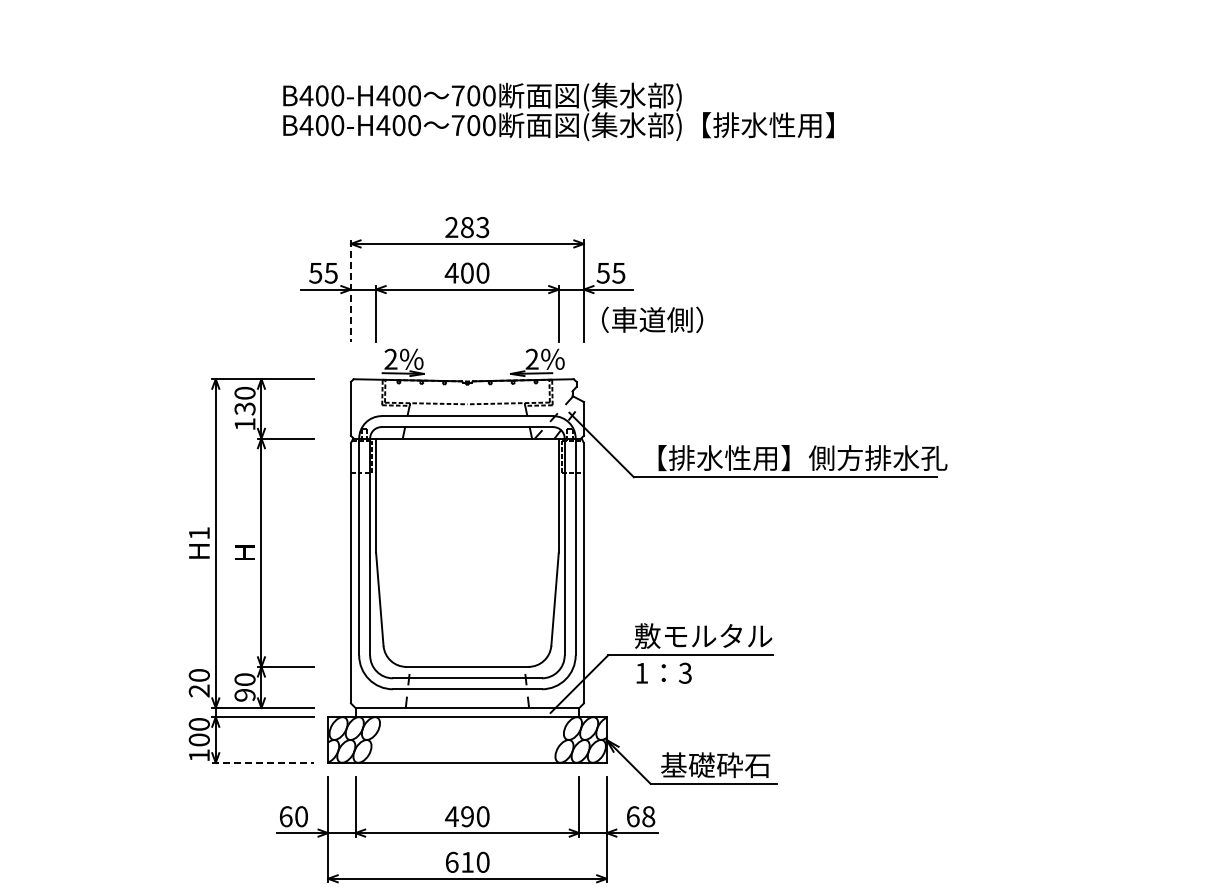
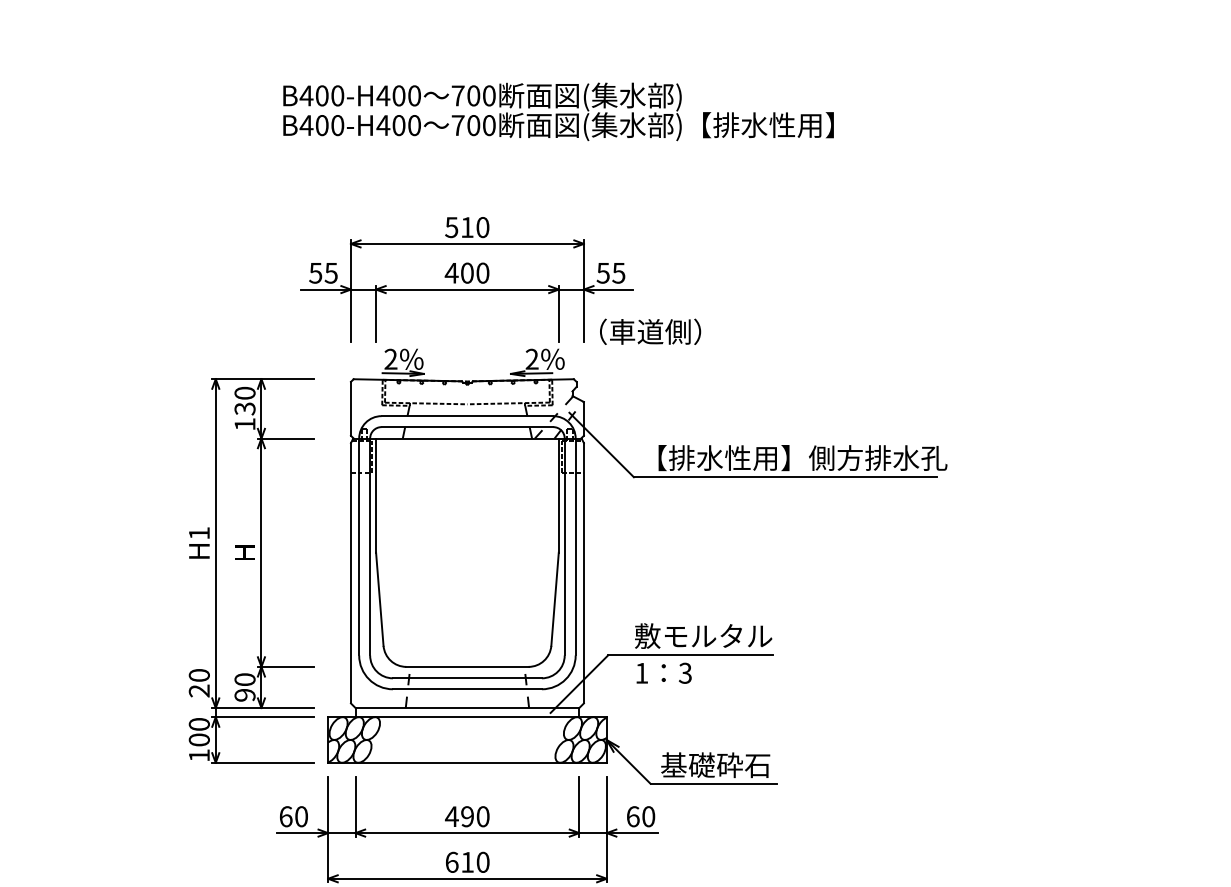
text at (467, 227): 283 -> 510
line at (350, 291): dashed -> solid
text at (652, 319) position: (652, 319) -> (650, 331)
line at (263, 762): dashed -> solid
text at (648, 816): 68 -> 60
